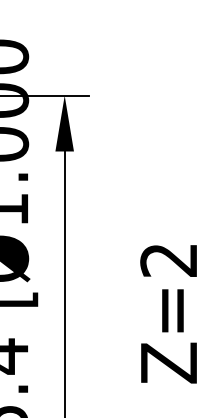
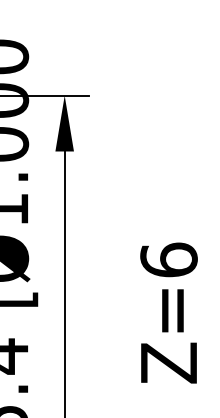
text at (168, 259): Z=2 -> Z=6
